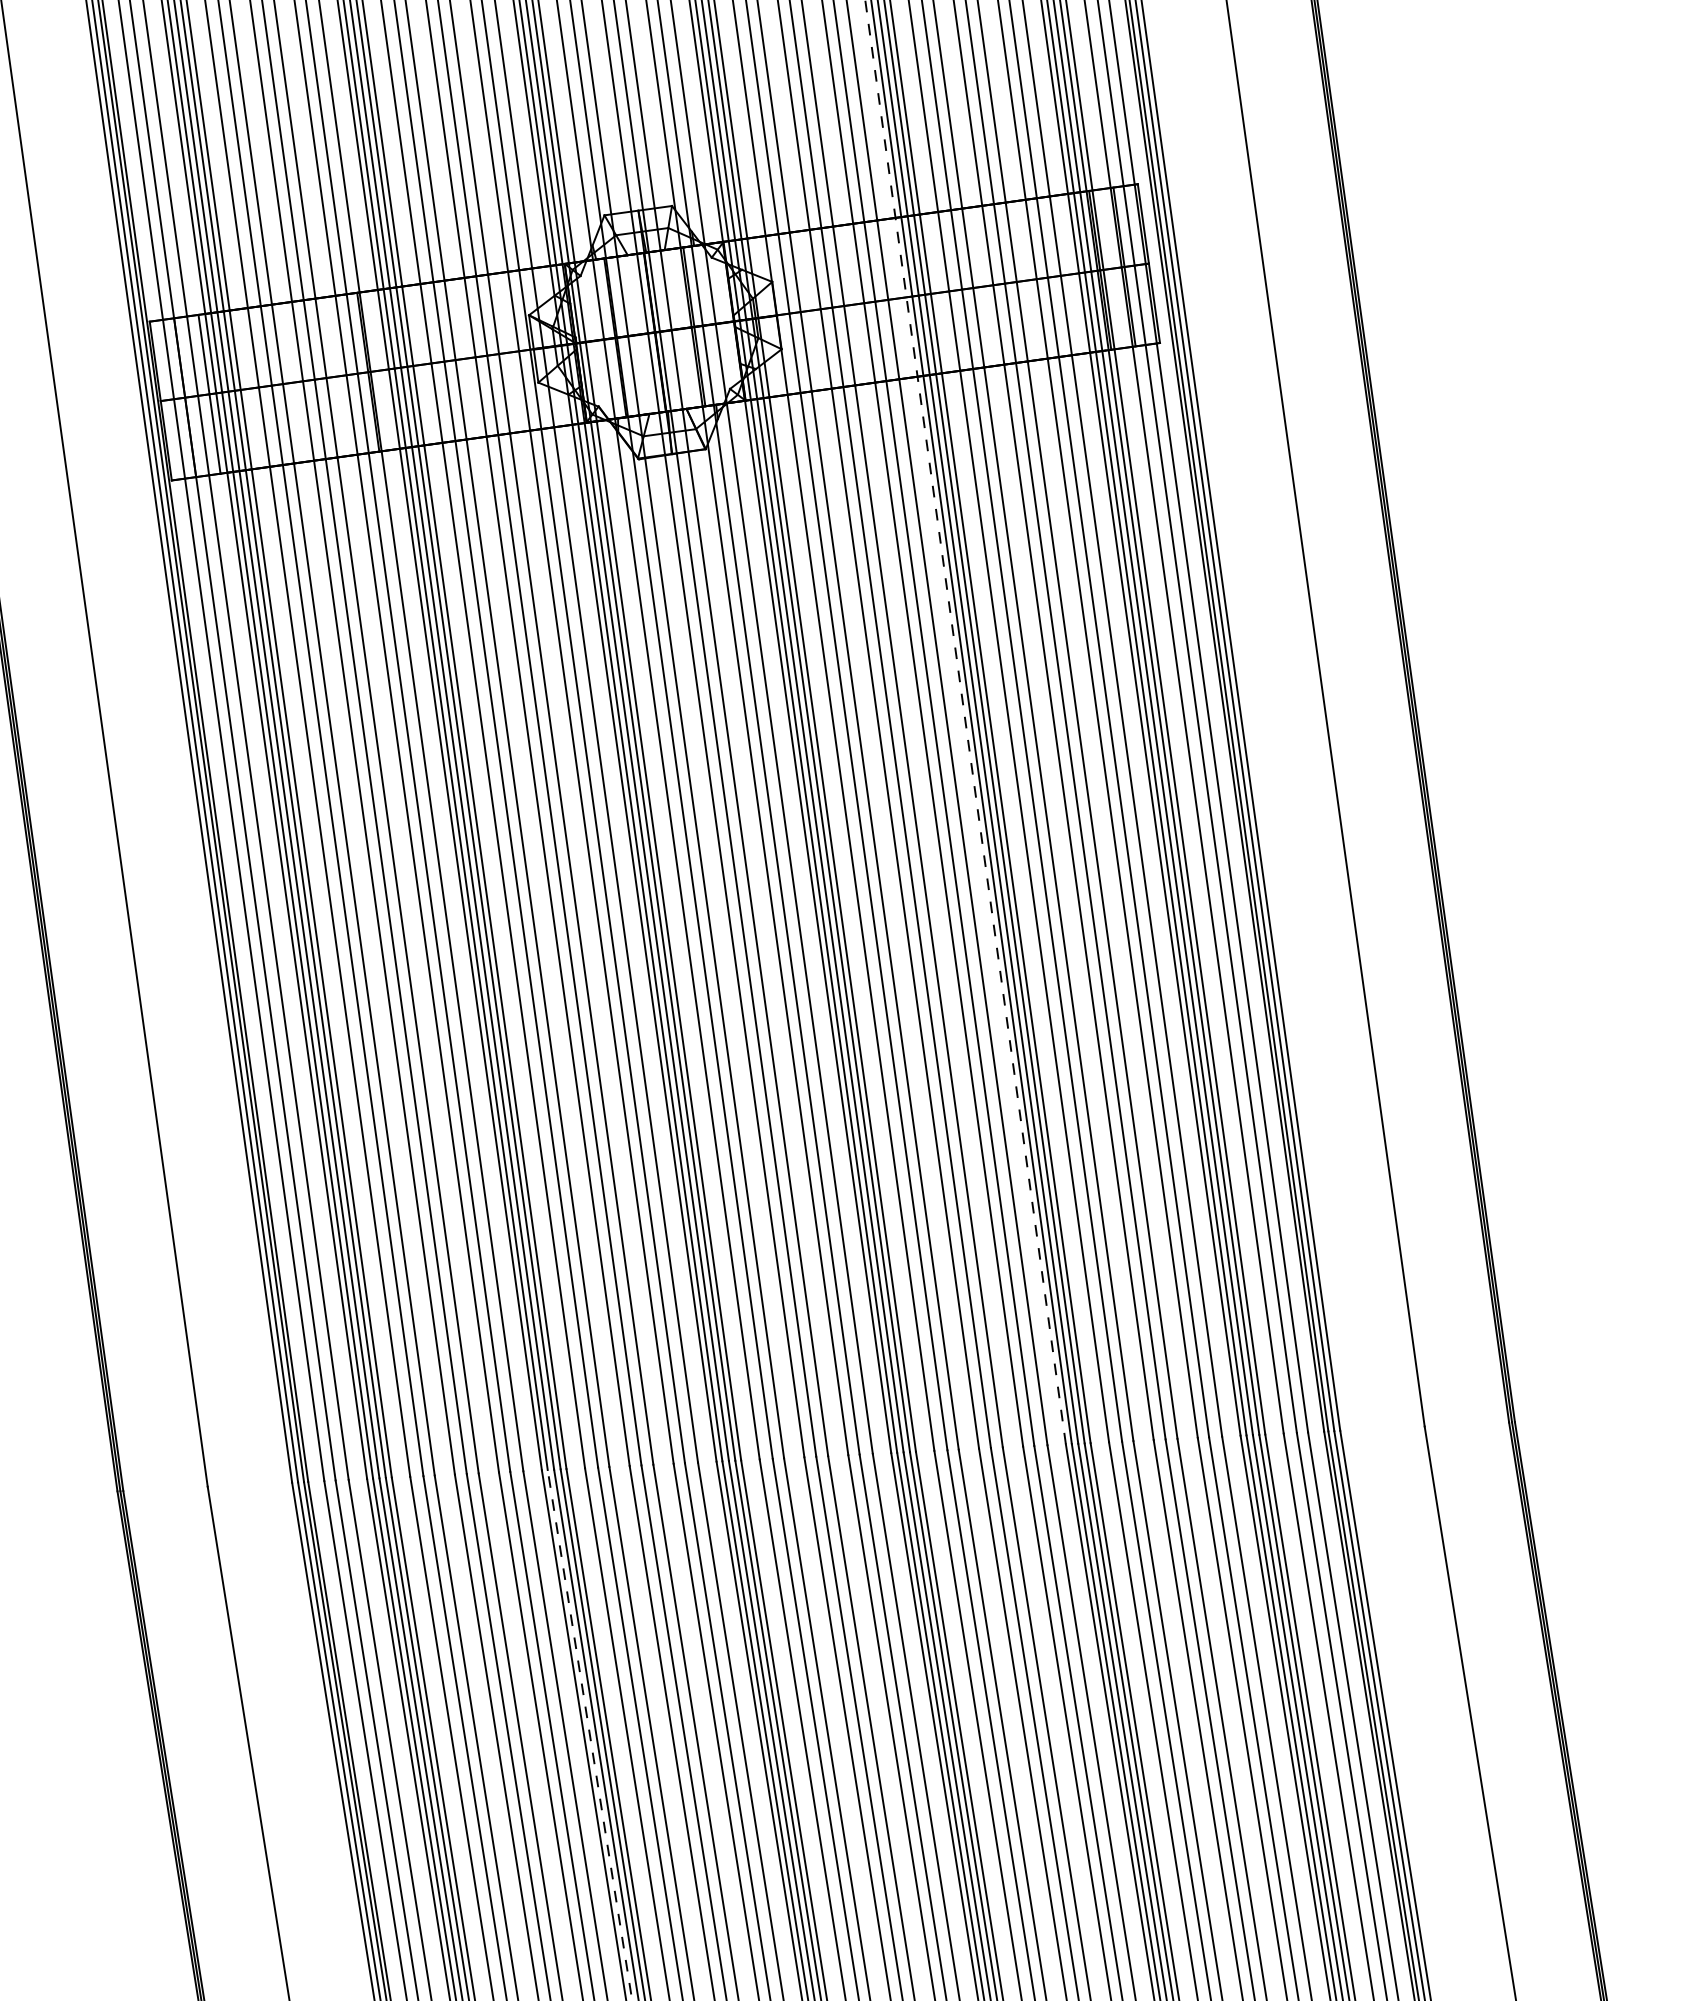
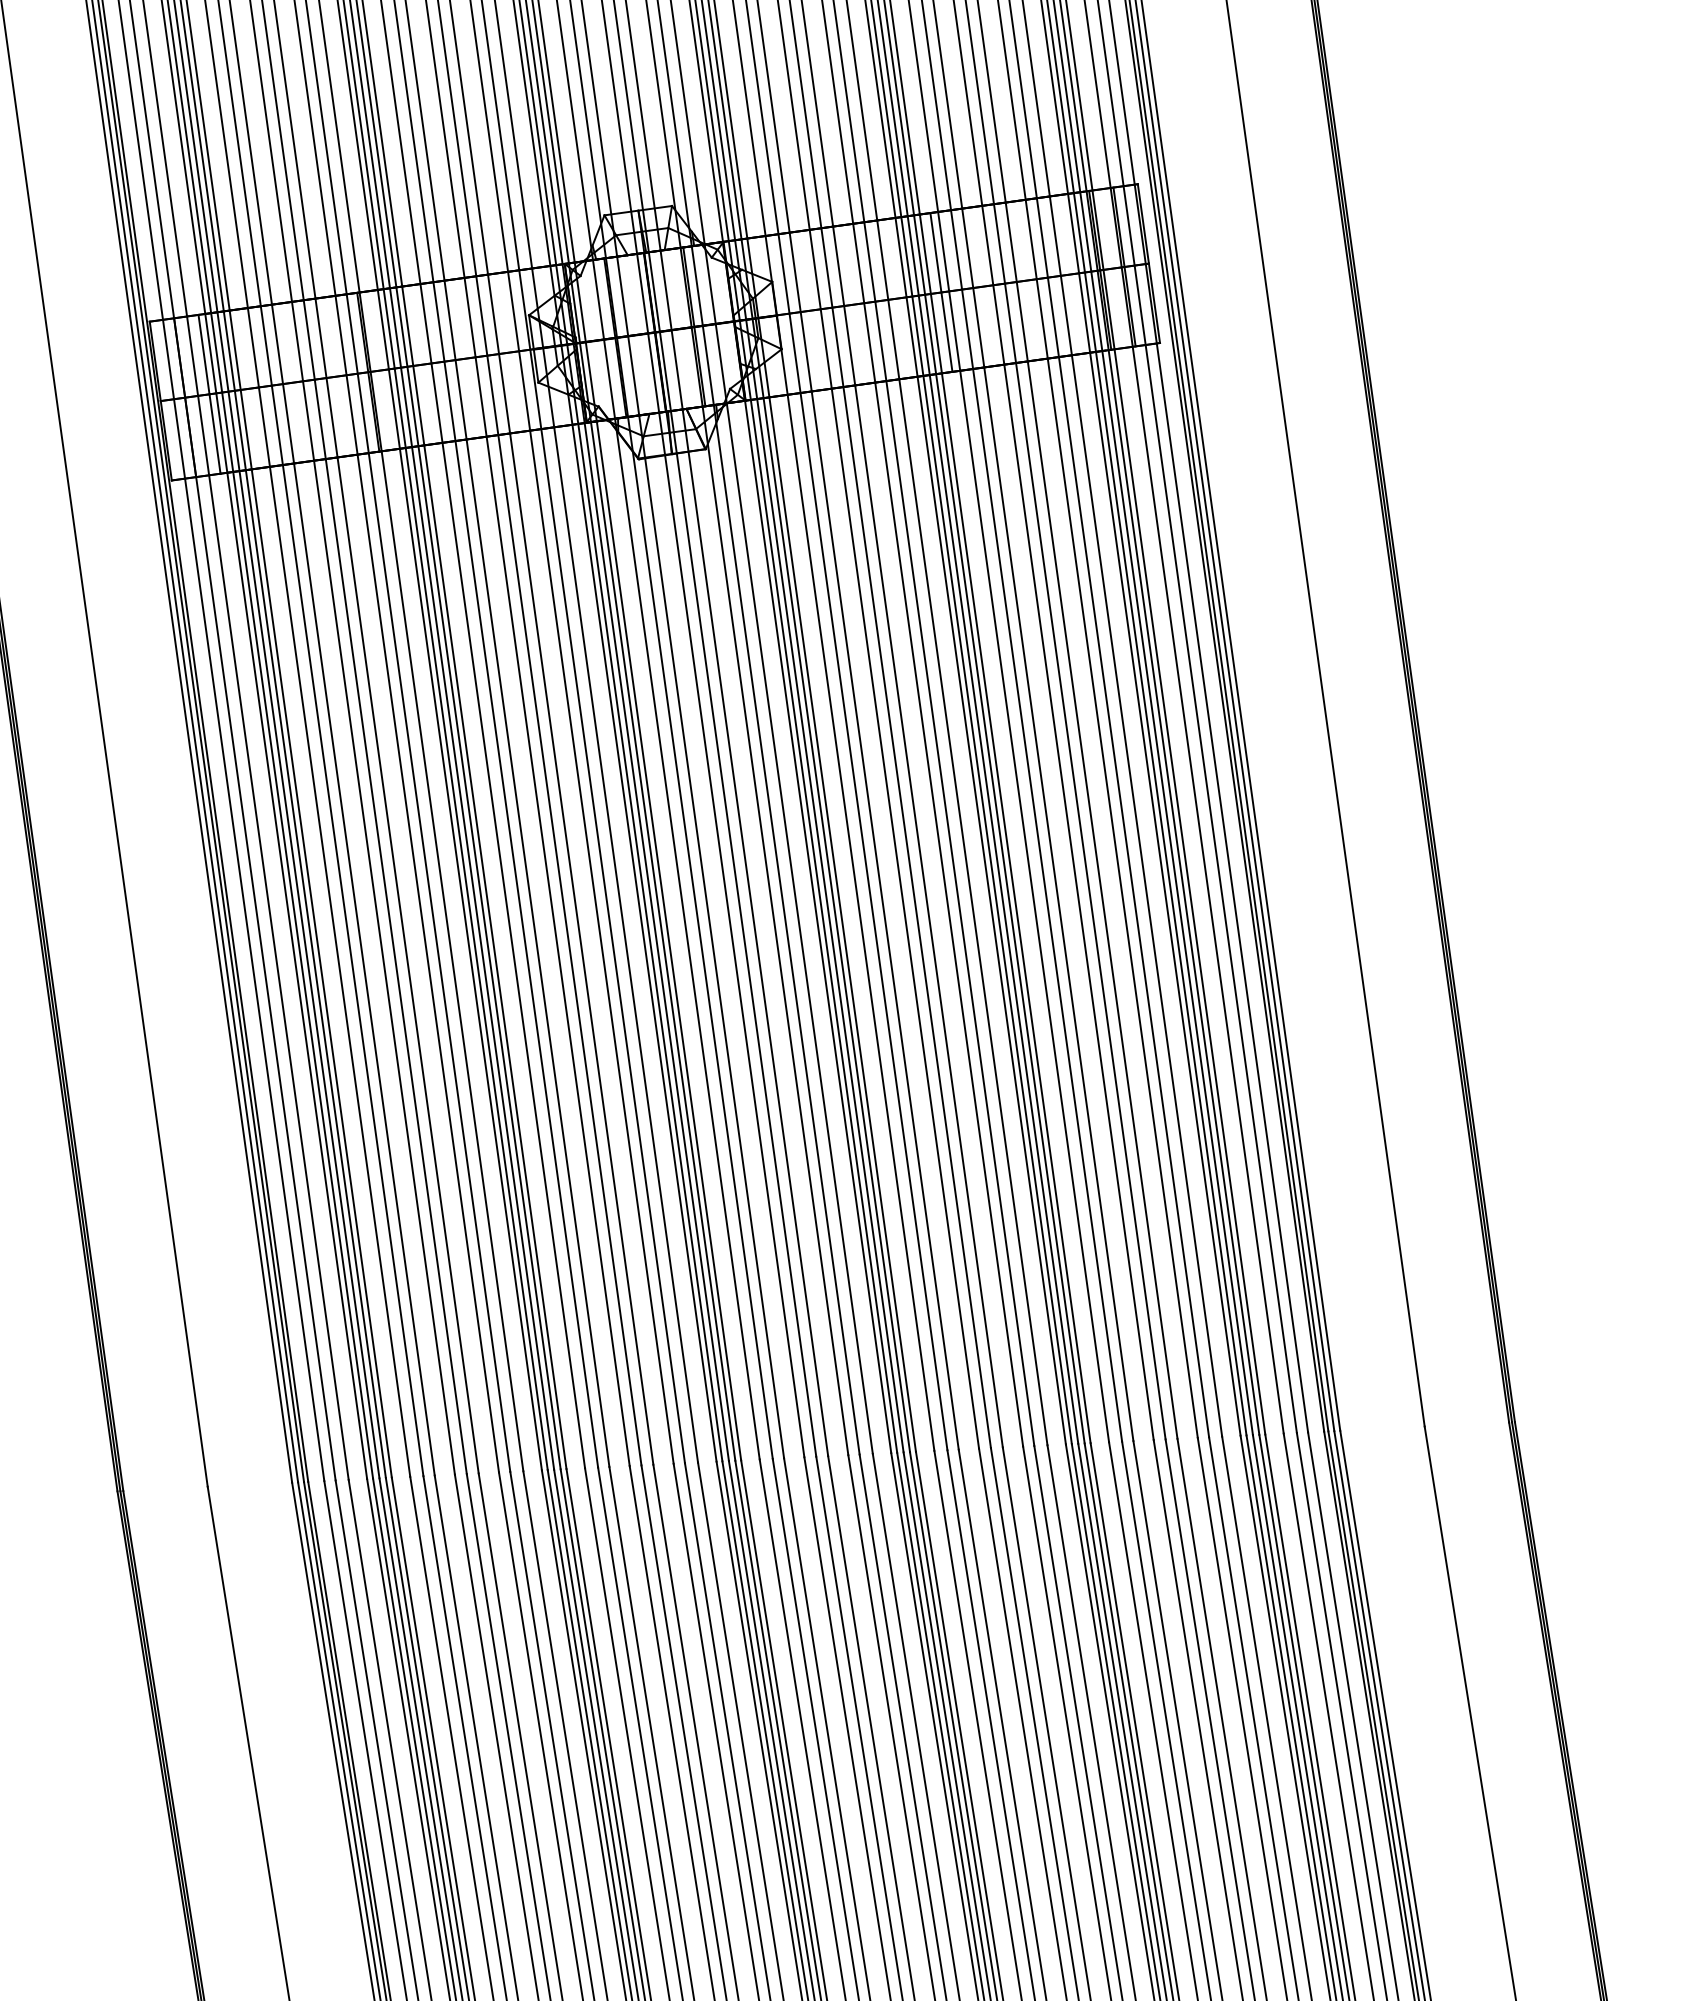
line at (941, 292): none -> present
line at (965, 722): dashed -> solid
line at (589, 1735): dashed -> solid
